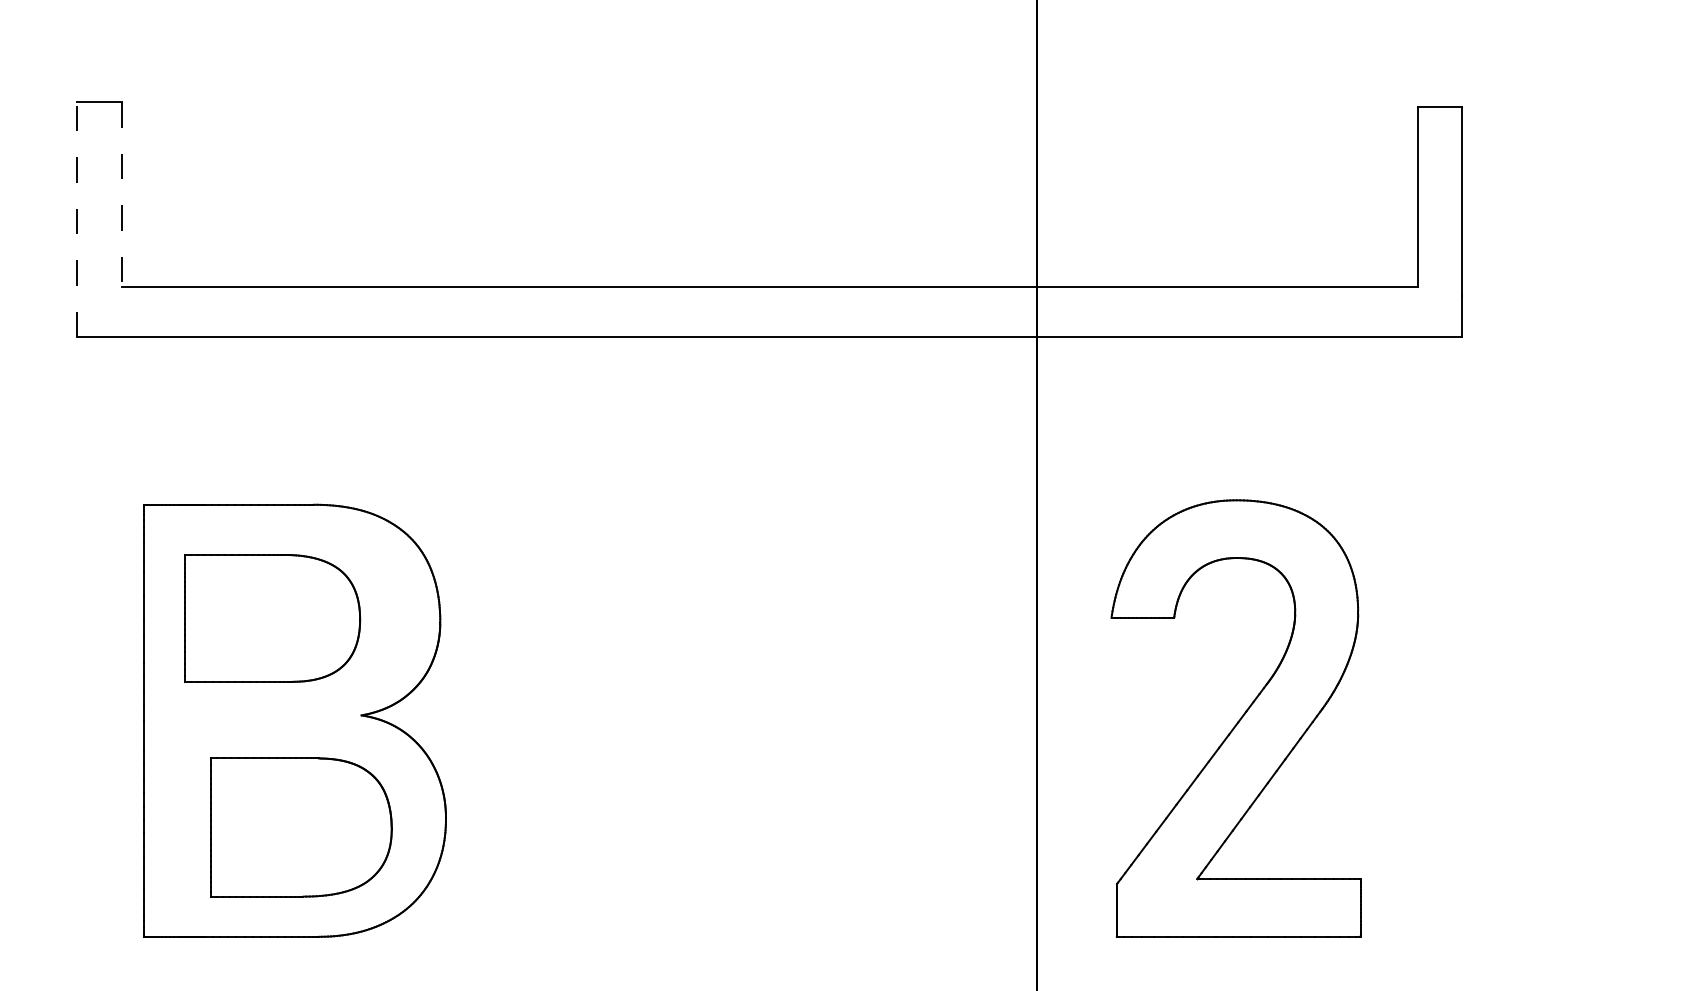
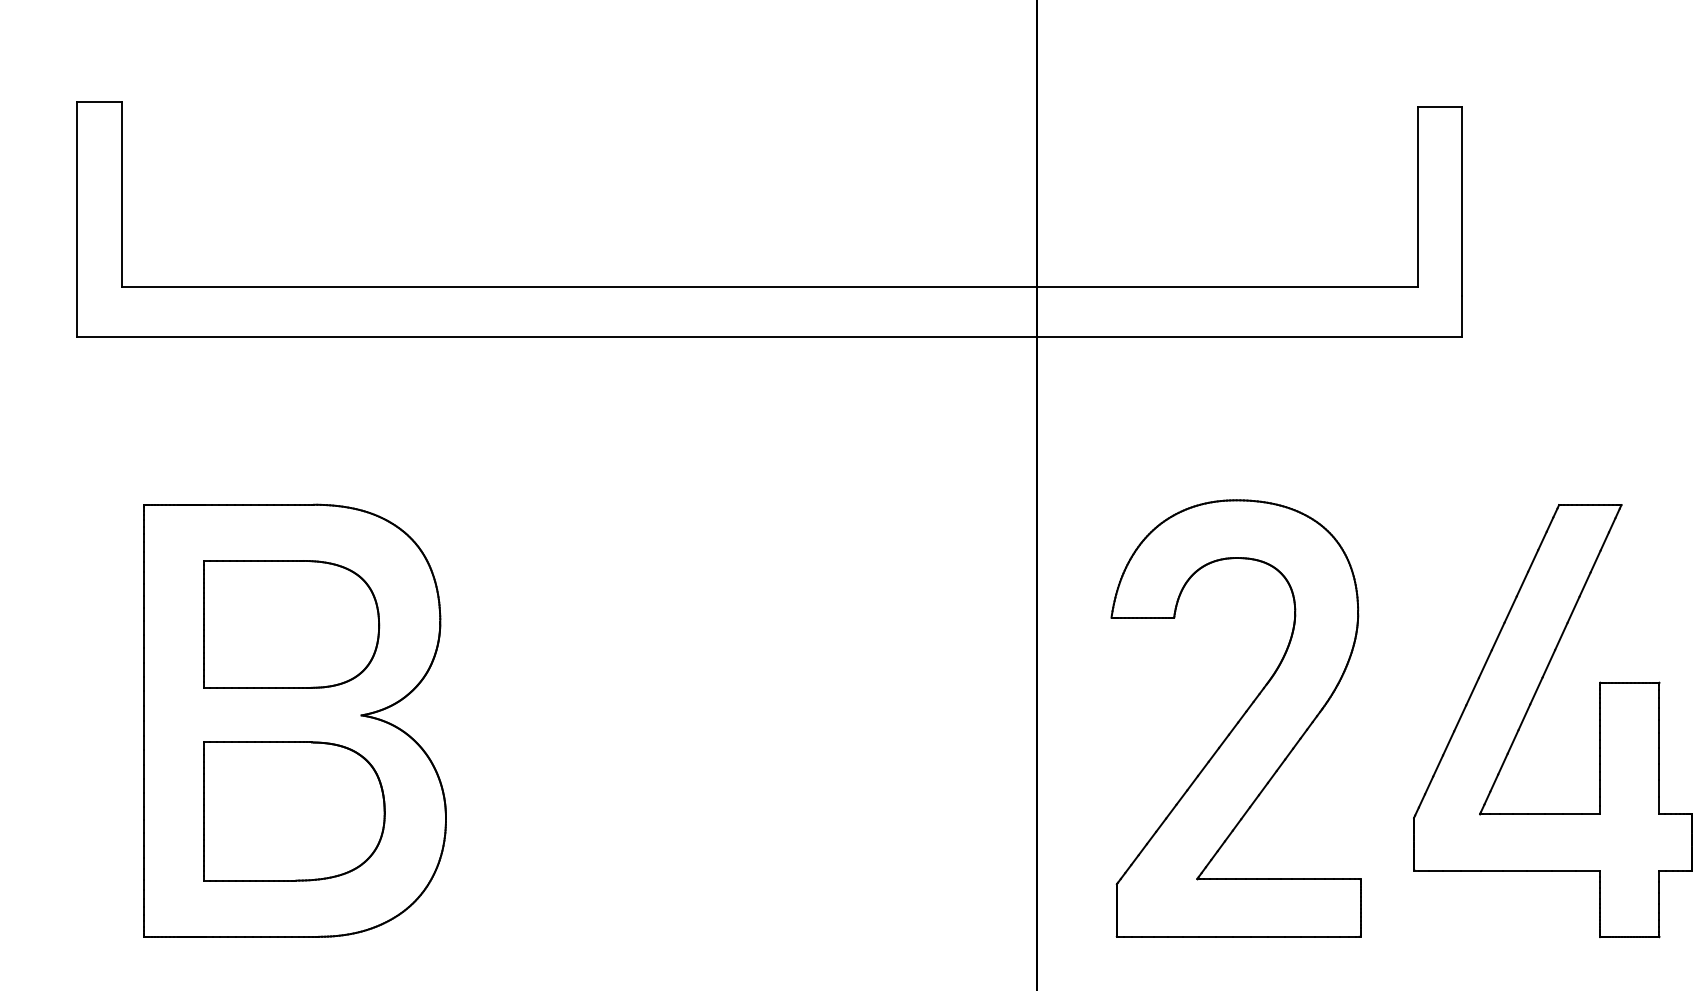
line at (121, 194): dashed -> solid
line at (77, 219): dashed -> solid
part at (272, 618) position: (272, 618) -> (291, 624)
part at (1527, 713): none -> present
part at (301, 827) position: (301, 827) -> (294, 811)
